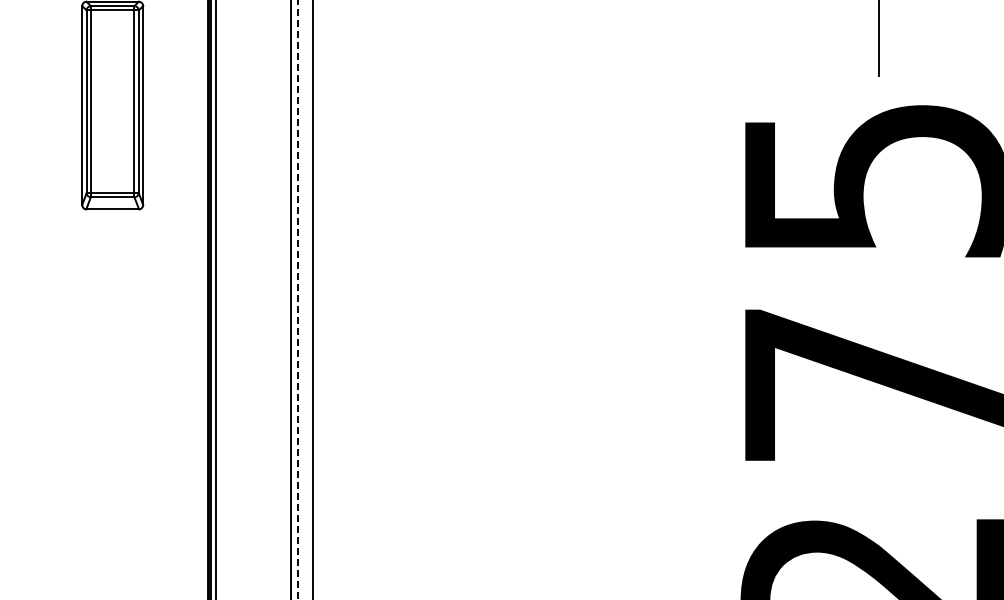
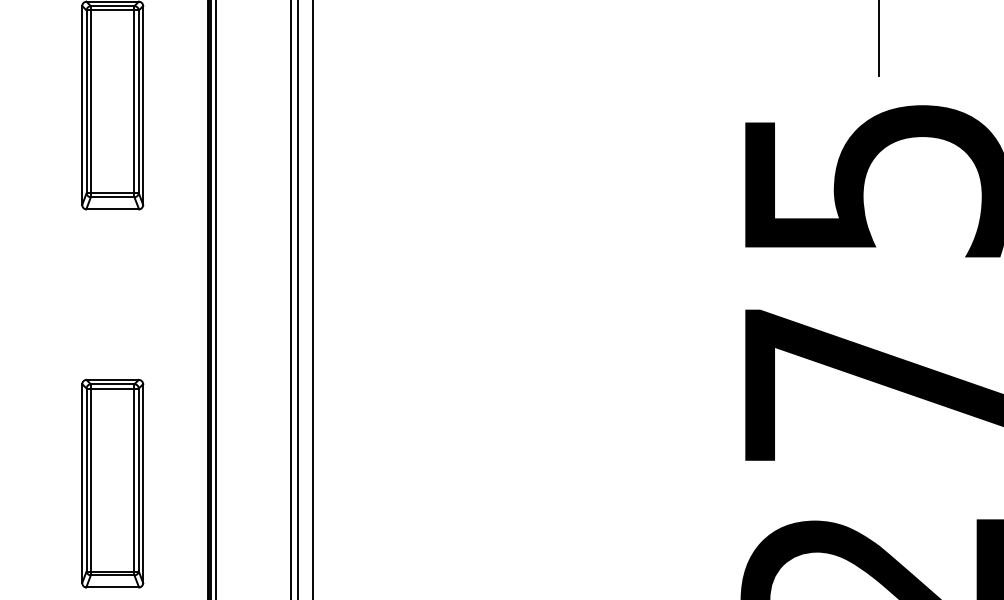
line at (297, 299): dashed -> solid
part at (112, 483): none -> present
